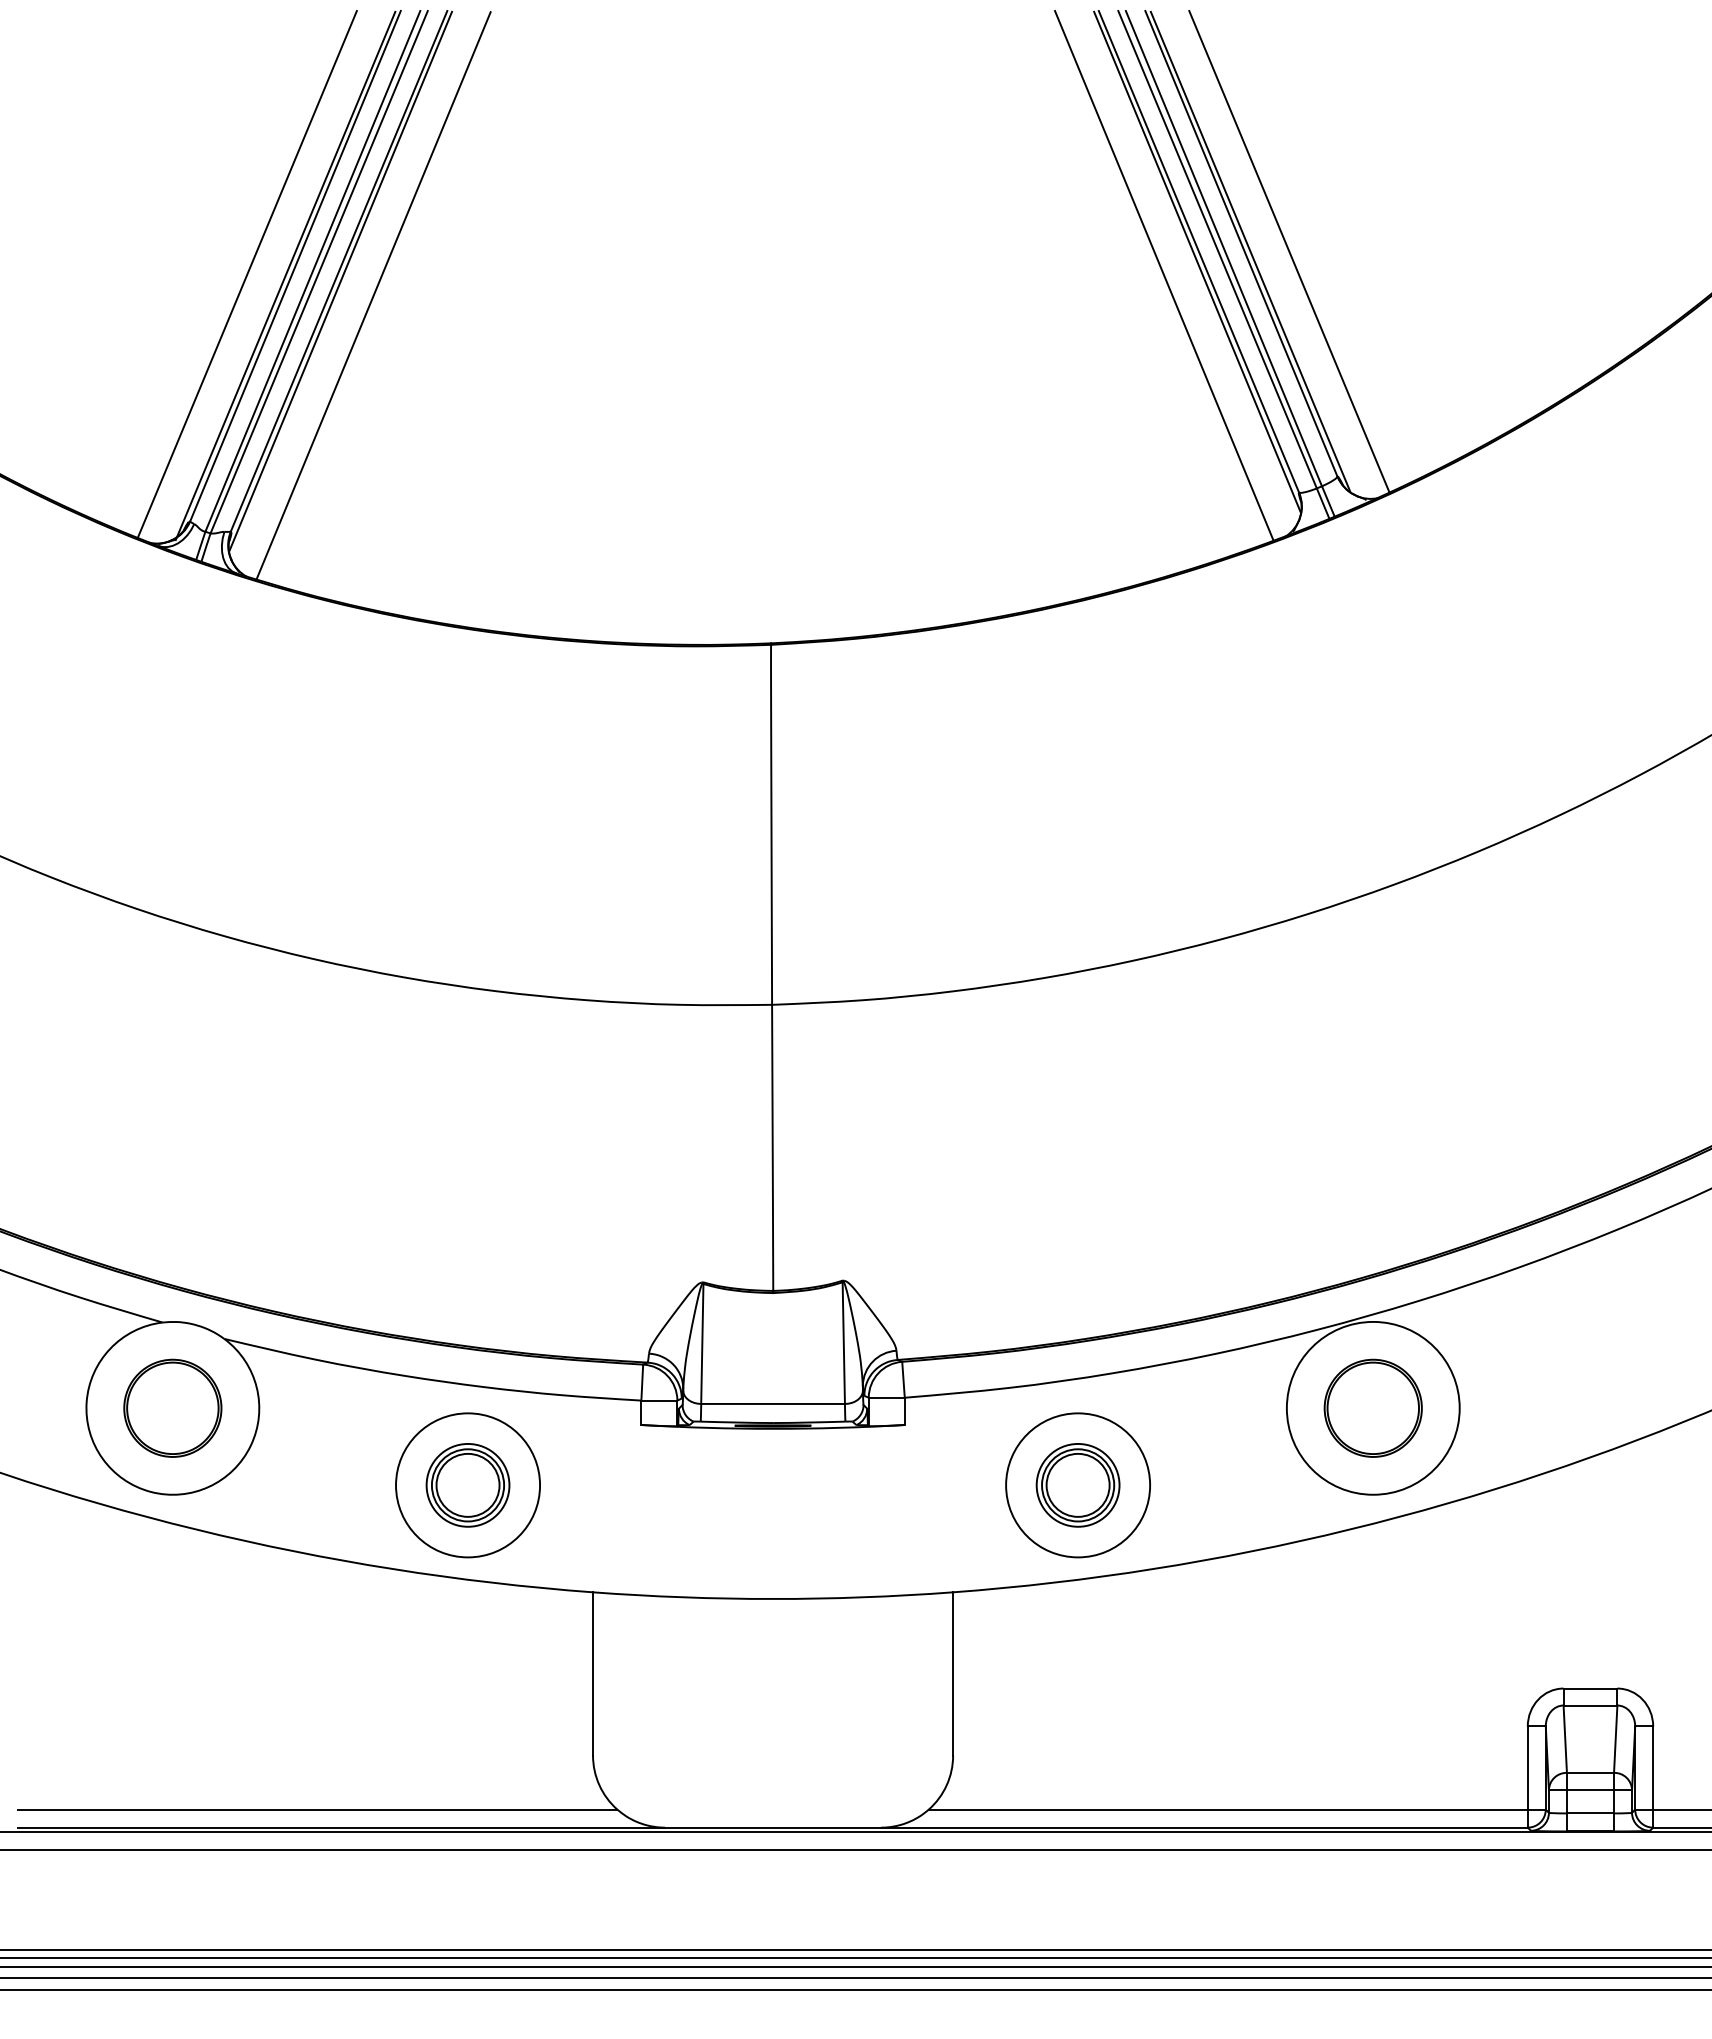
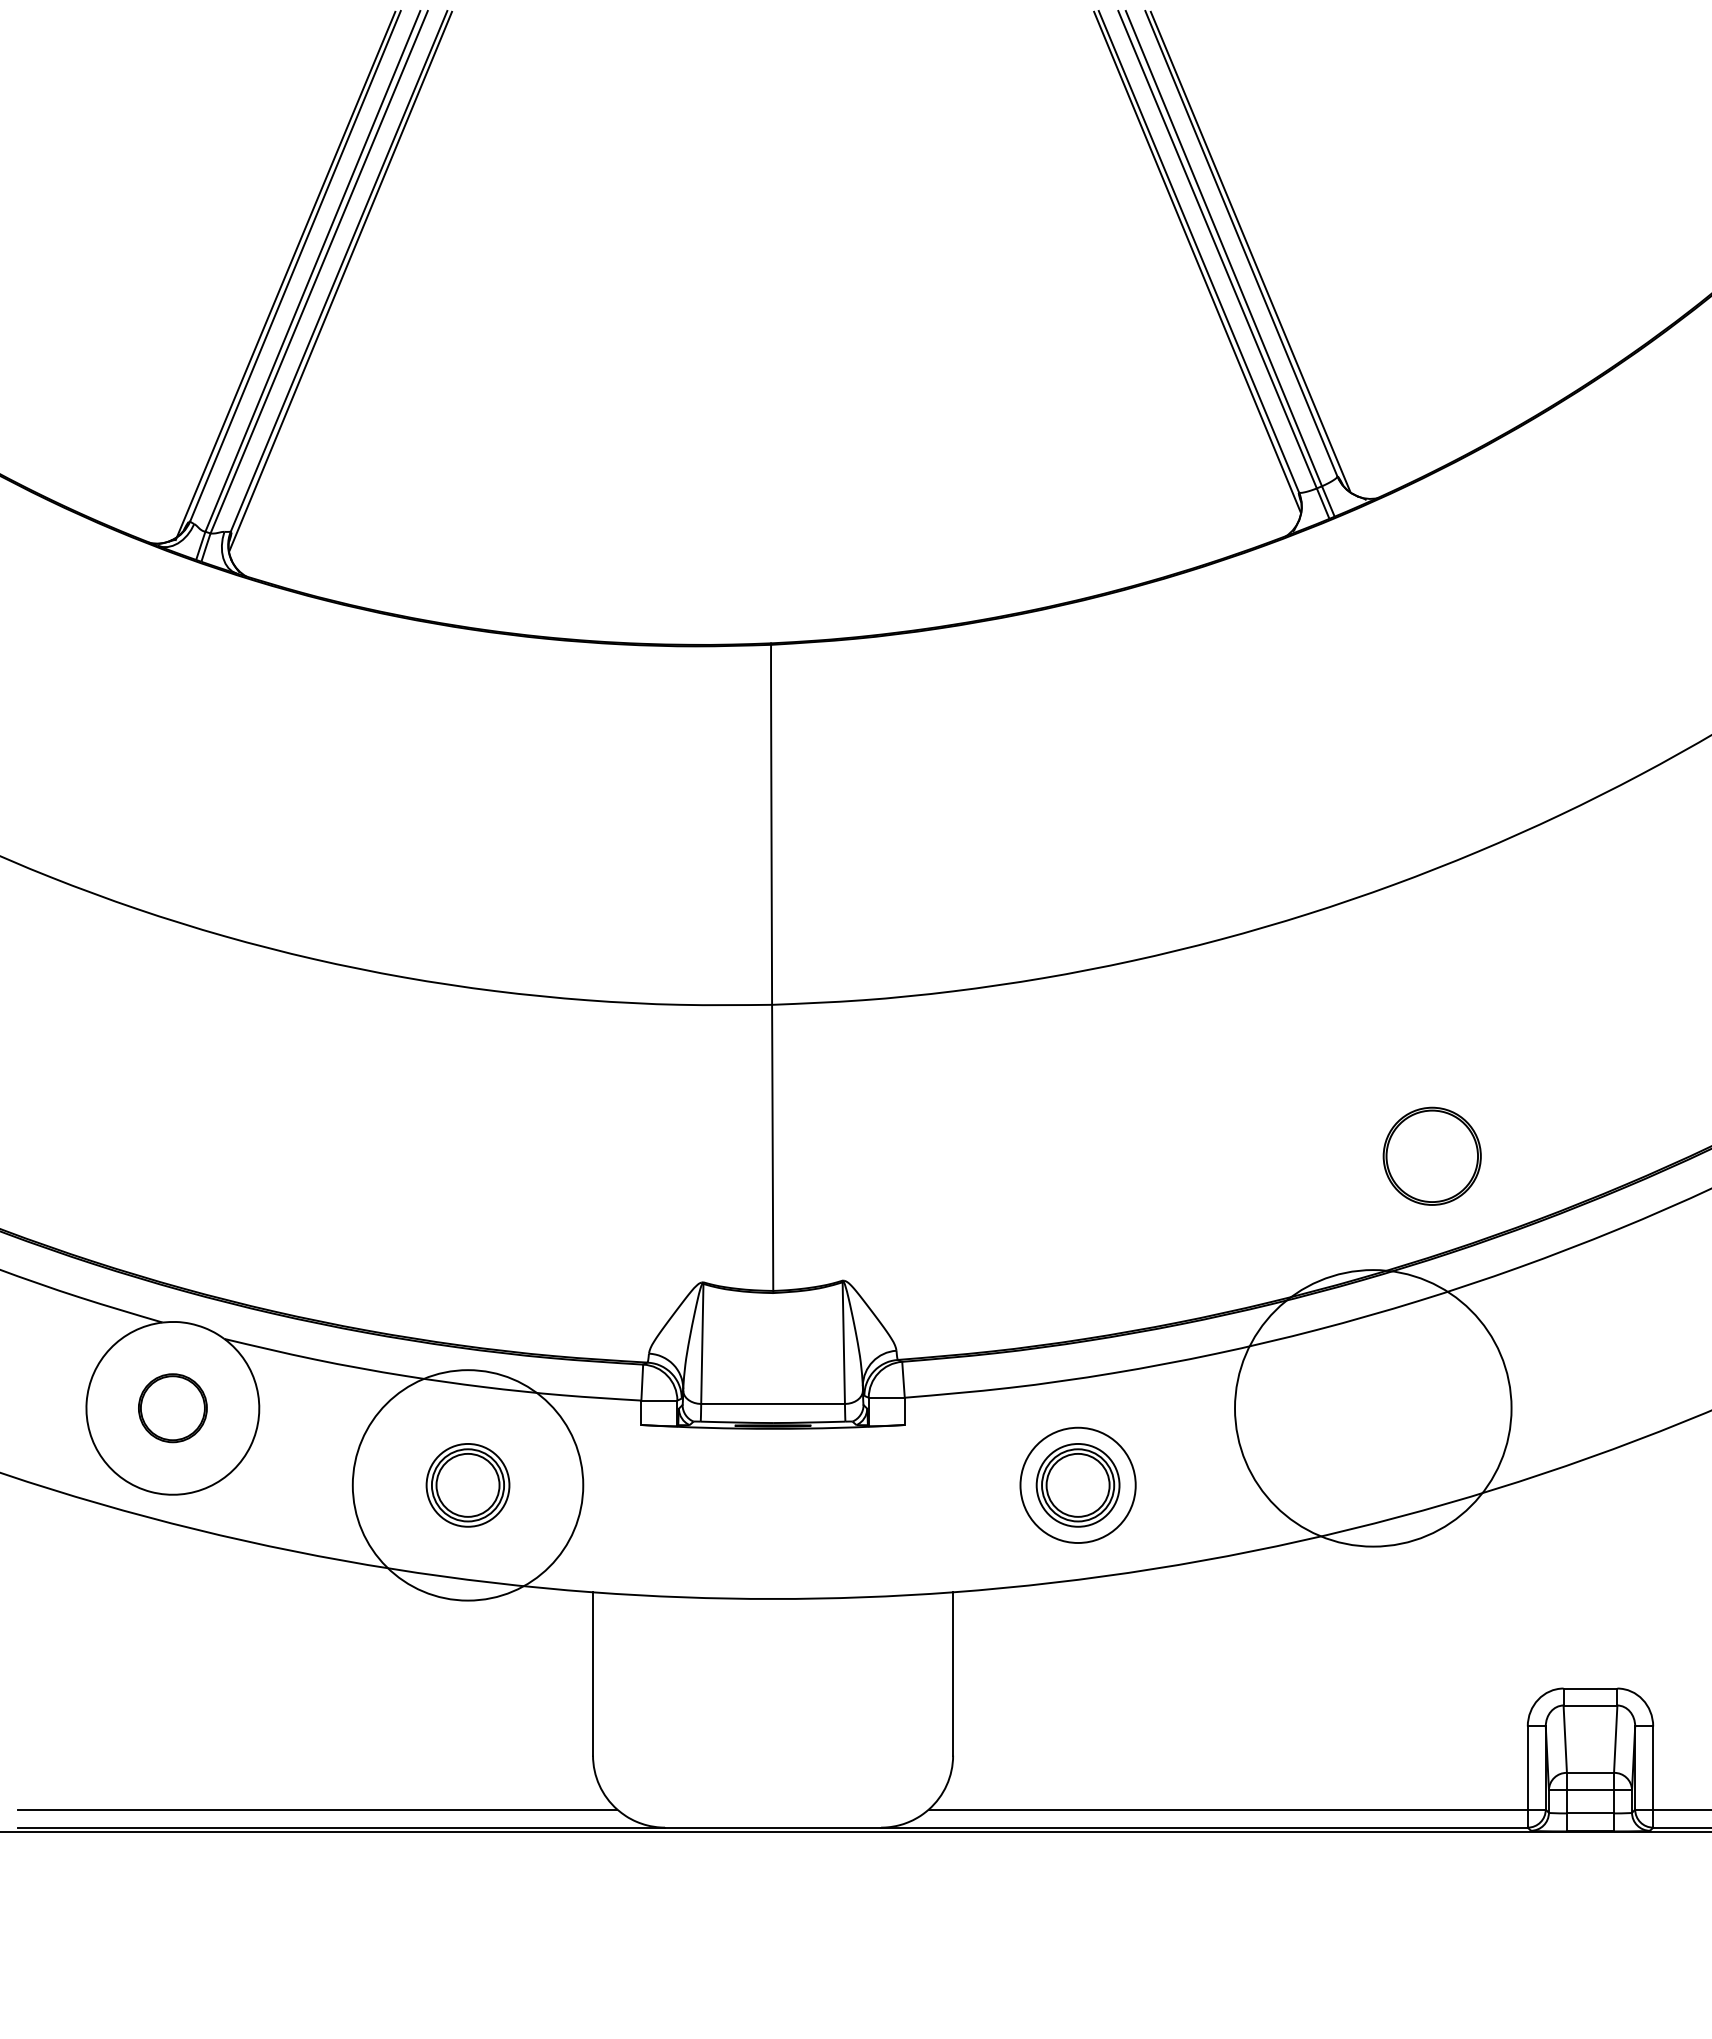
line at (1289, 251): present -> none
line at (246, 273): present -> none
line at (1164, 275): present -> none
line at (373, 295): present -> none
part at (172, 1407) size: 100x100 px -> 70x71 px
circle at (1372, 1407) diameter: 173 px -> 277 px
part at (1372, 1407) position: (1372, 1407) -> (1431, 1155)
circle at (468, 1485) diameter: 144 px -> 230 px
circle at (1078, 1485) diameter: 144 px -> 115 px
line at (855, 1849): present -> none
line at (855, 1950): present -> none
line at (855, 1957): present -> none
line at (855, 1966): present -> none
line at (855, 1977): present -> none
line at (855, 1990): present -> none
